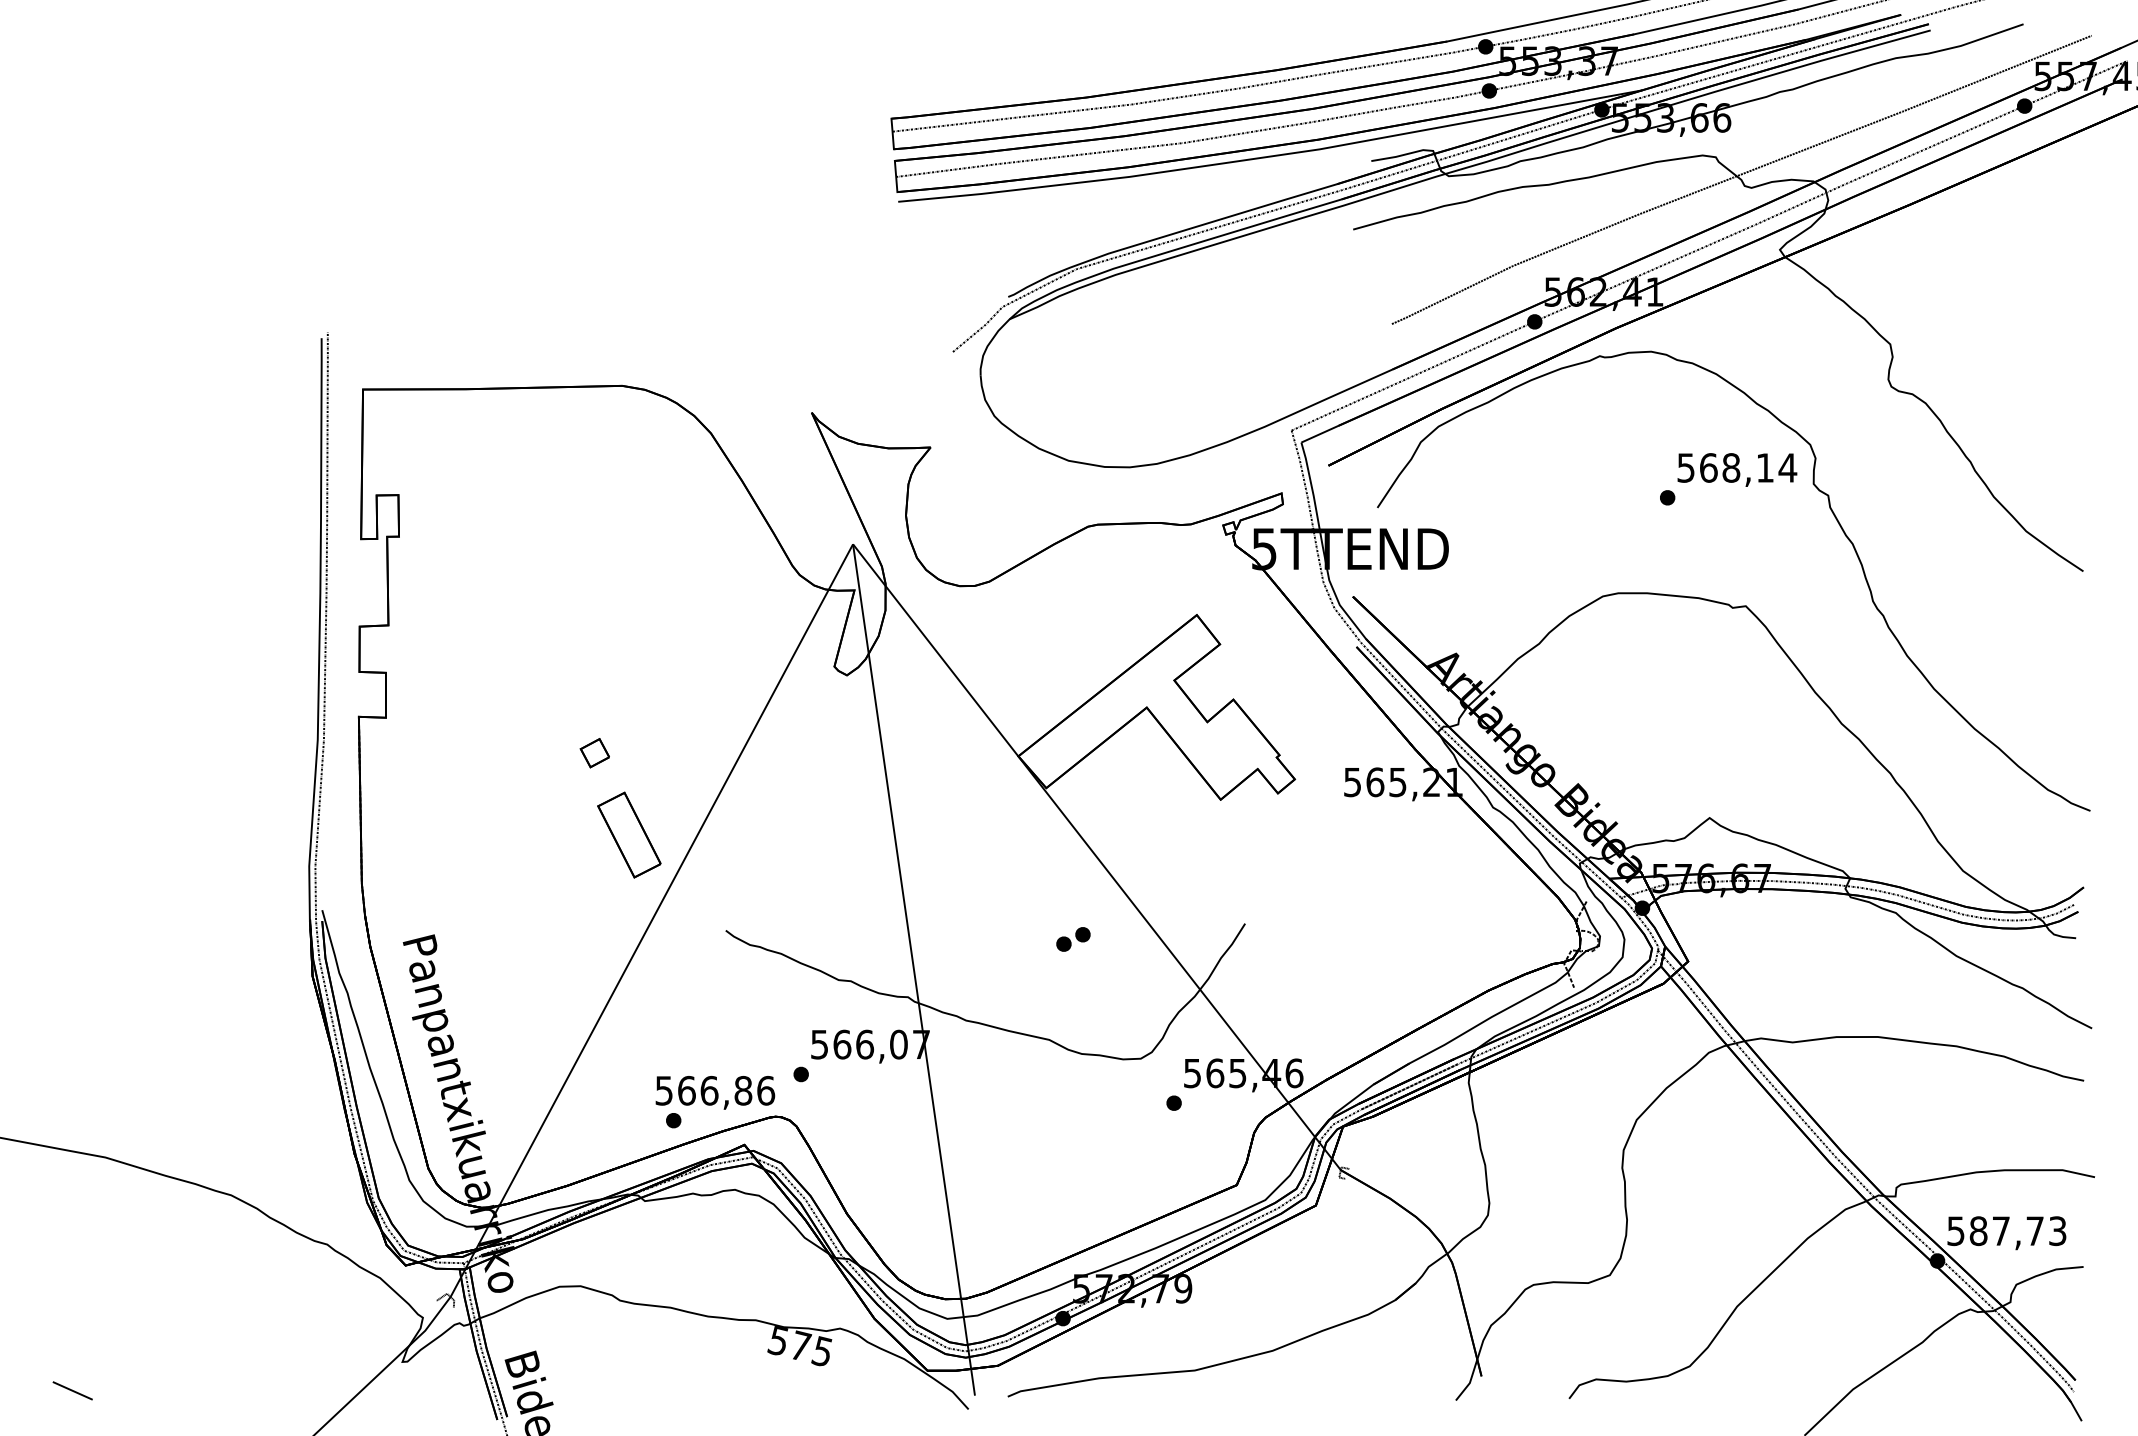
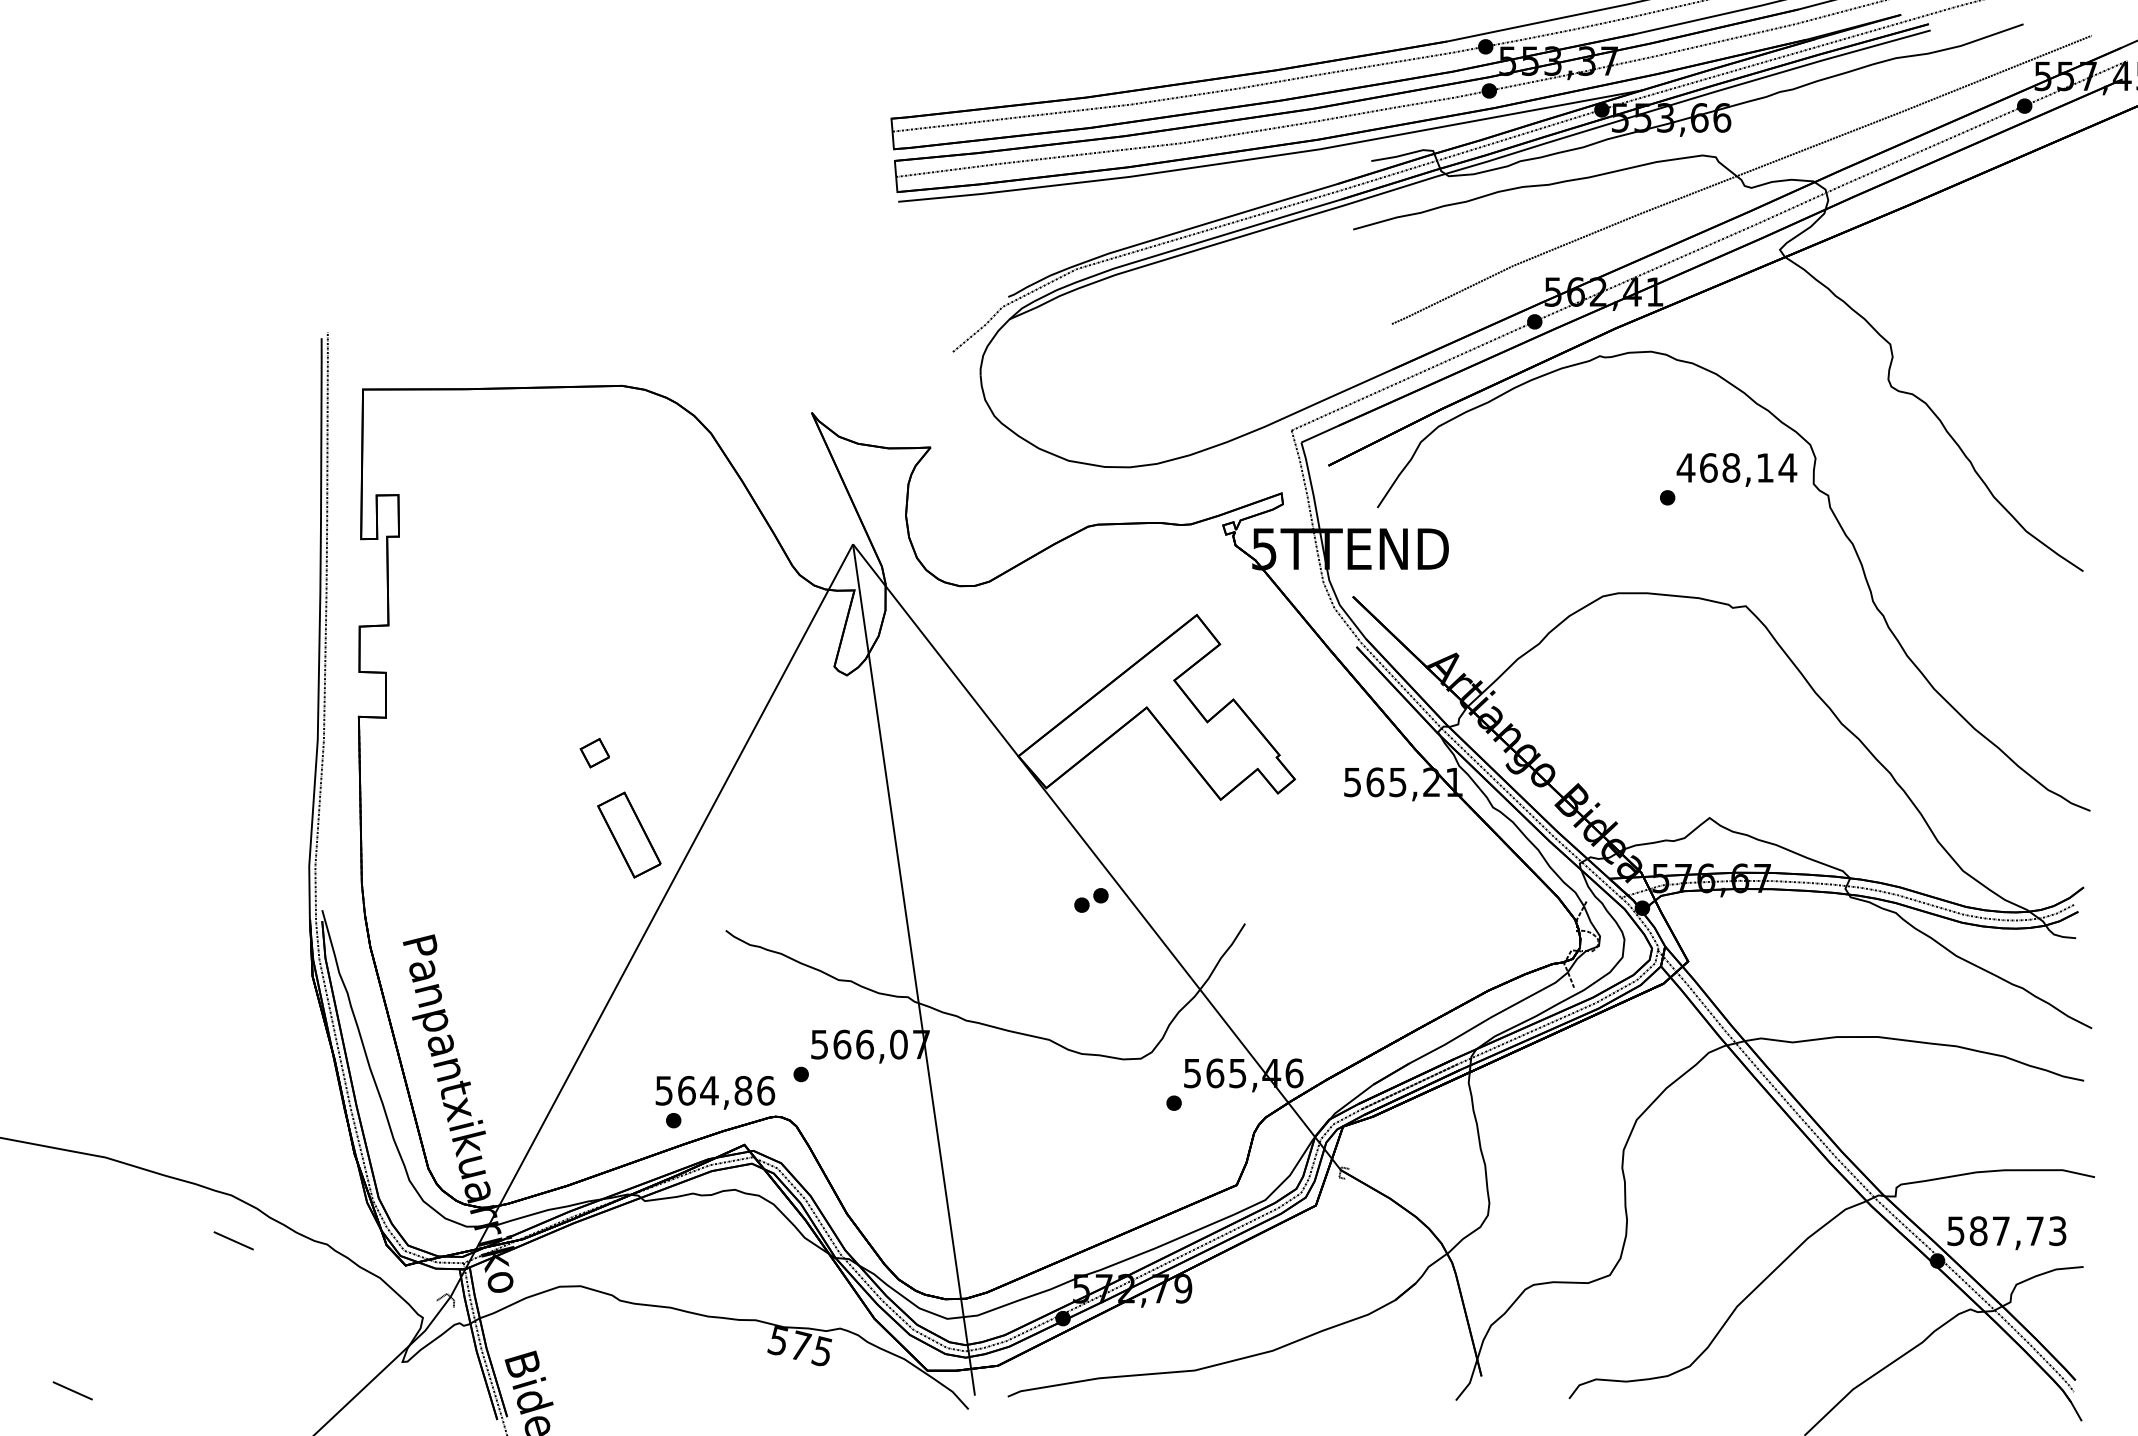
text at (1685, 467): 568,14 -> 468,14
part at (1073, 939) position: (1073, 939) -> (1091, 900)
text at (709, 1090): 566,86 -> 564,86
line at (233, 1240): none -> present
